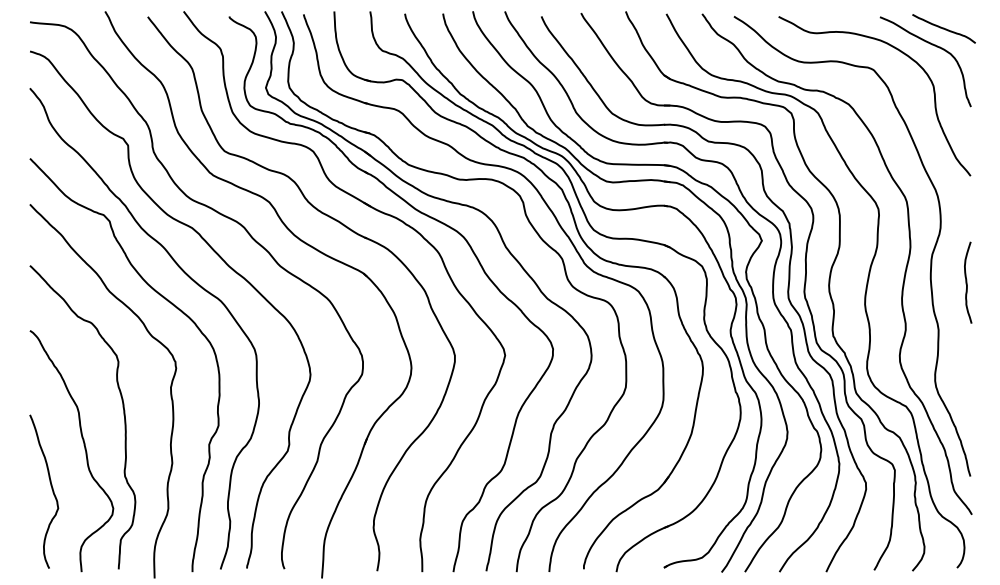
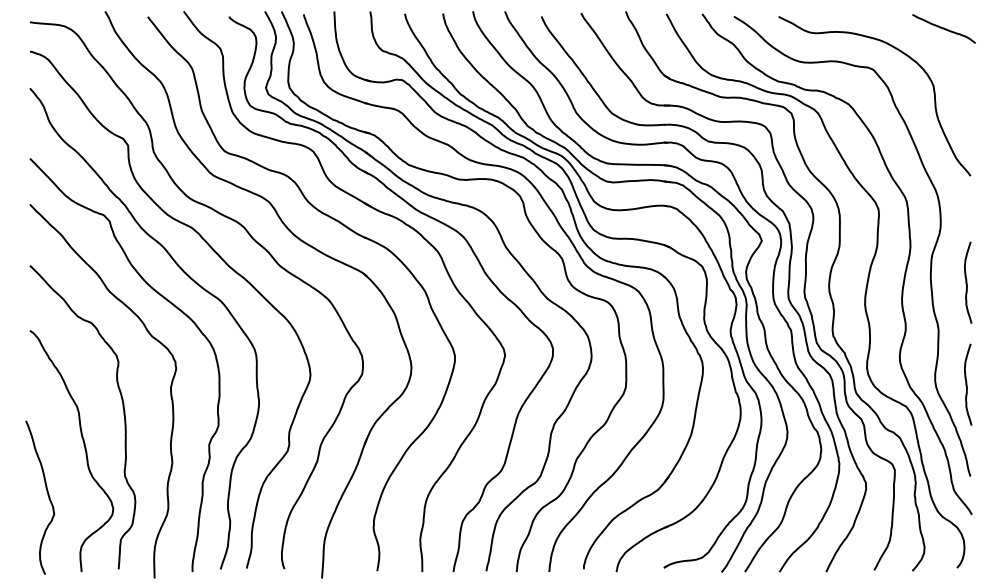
curve at (932, 45): present -> none
curve at (967, 384): none -> present
curve at (51, 489) position: (51, 489) -> (47, 495)
